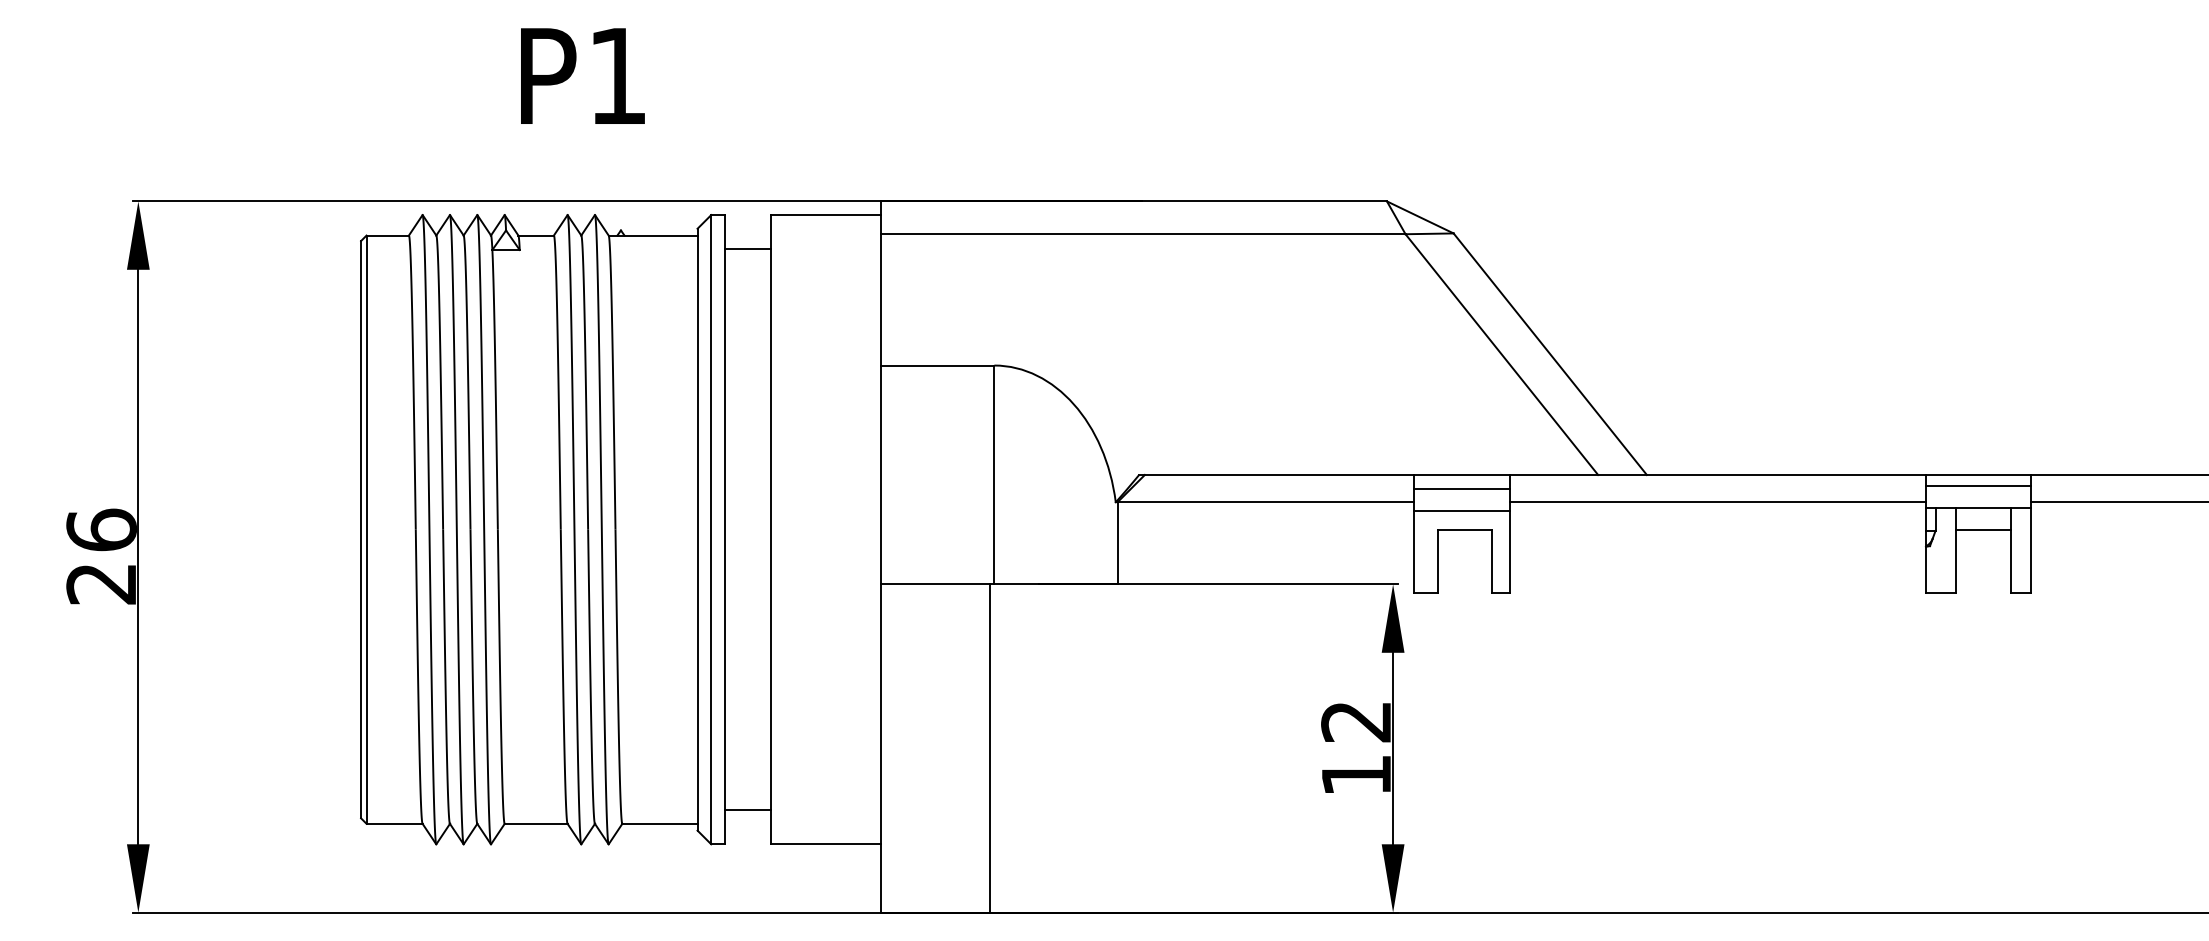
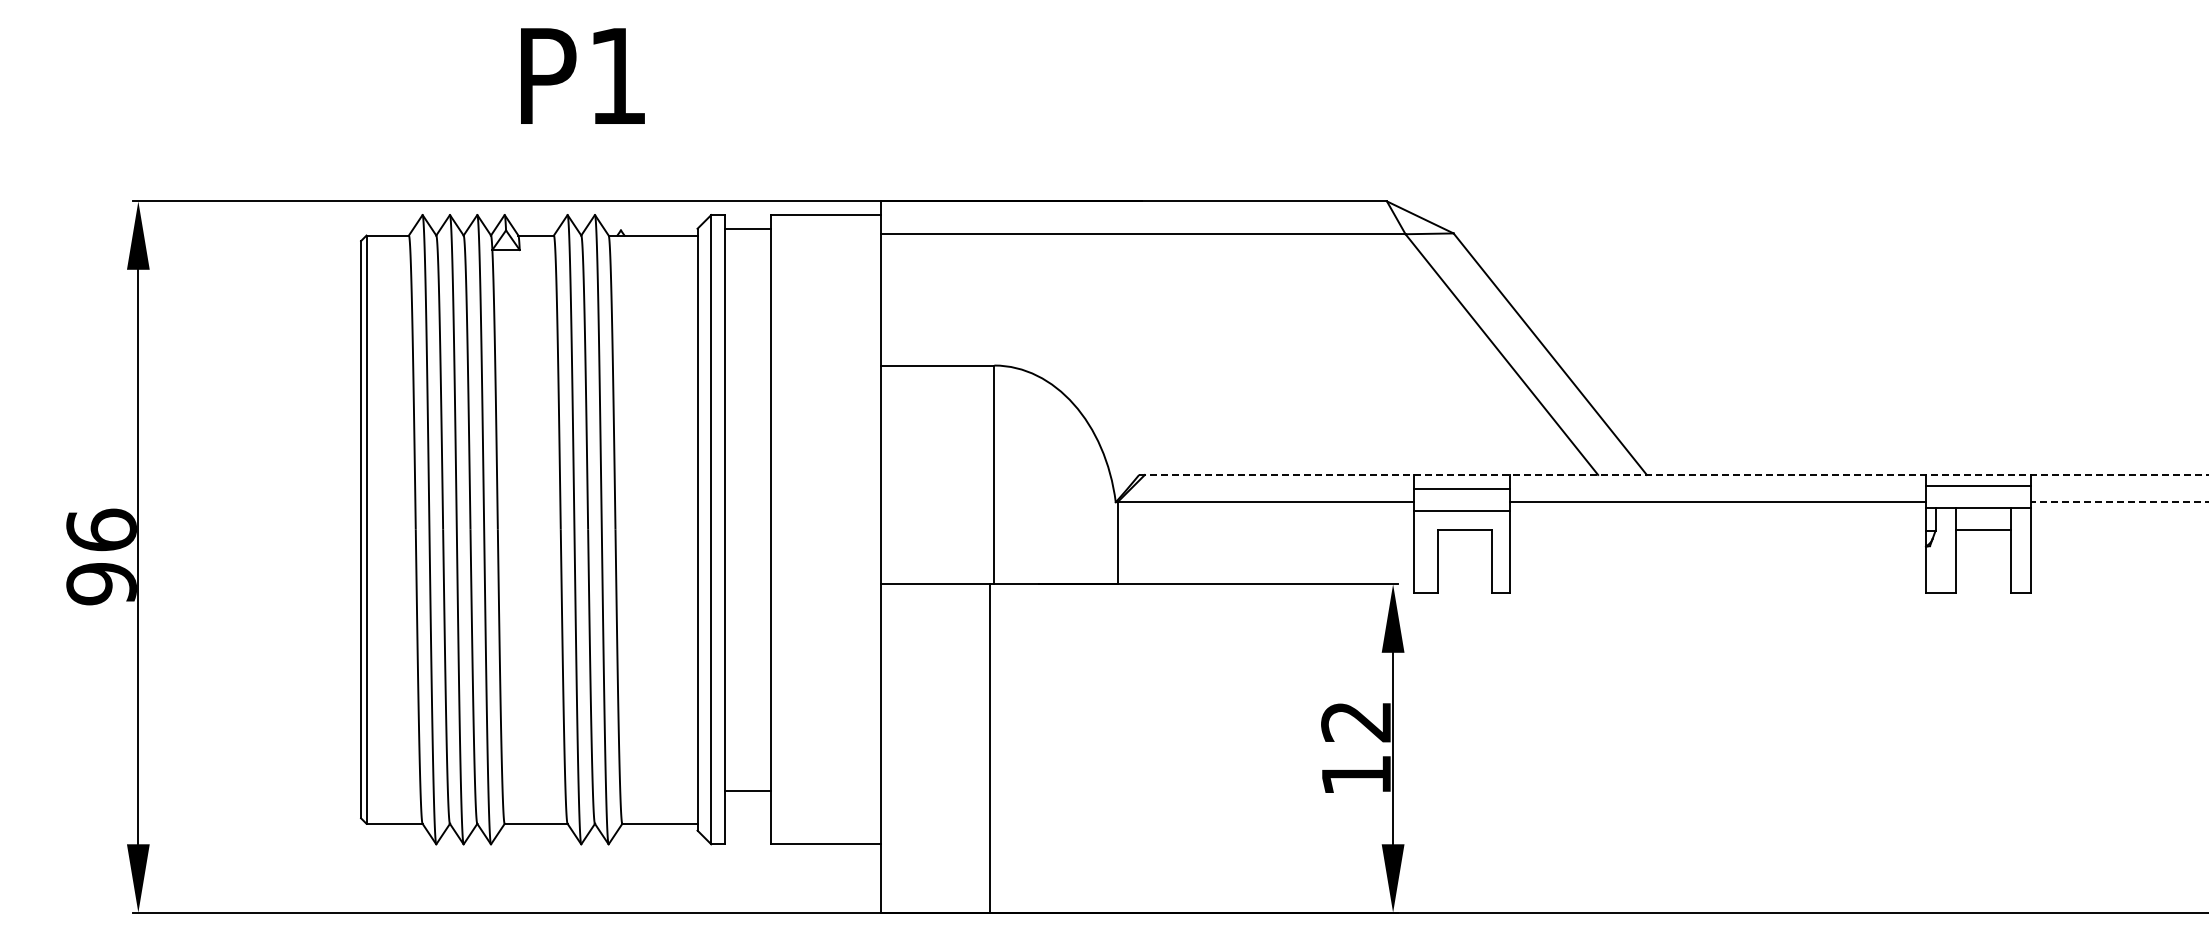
line at (747, 249) position: (747, 249) -> (747, 229)
line at (1674, 474): solid -> dashed
line at (2119, 502): solid -> dashed
text at (101, 584): 26 -> 96
line at (747, 810) position: (747, 810) -> (747, 791)
